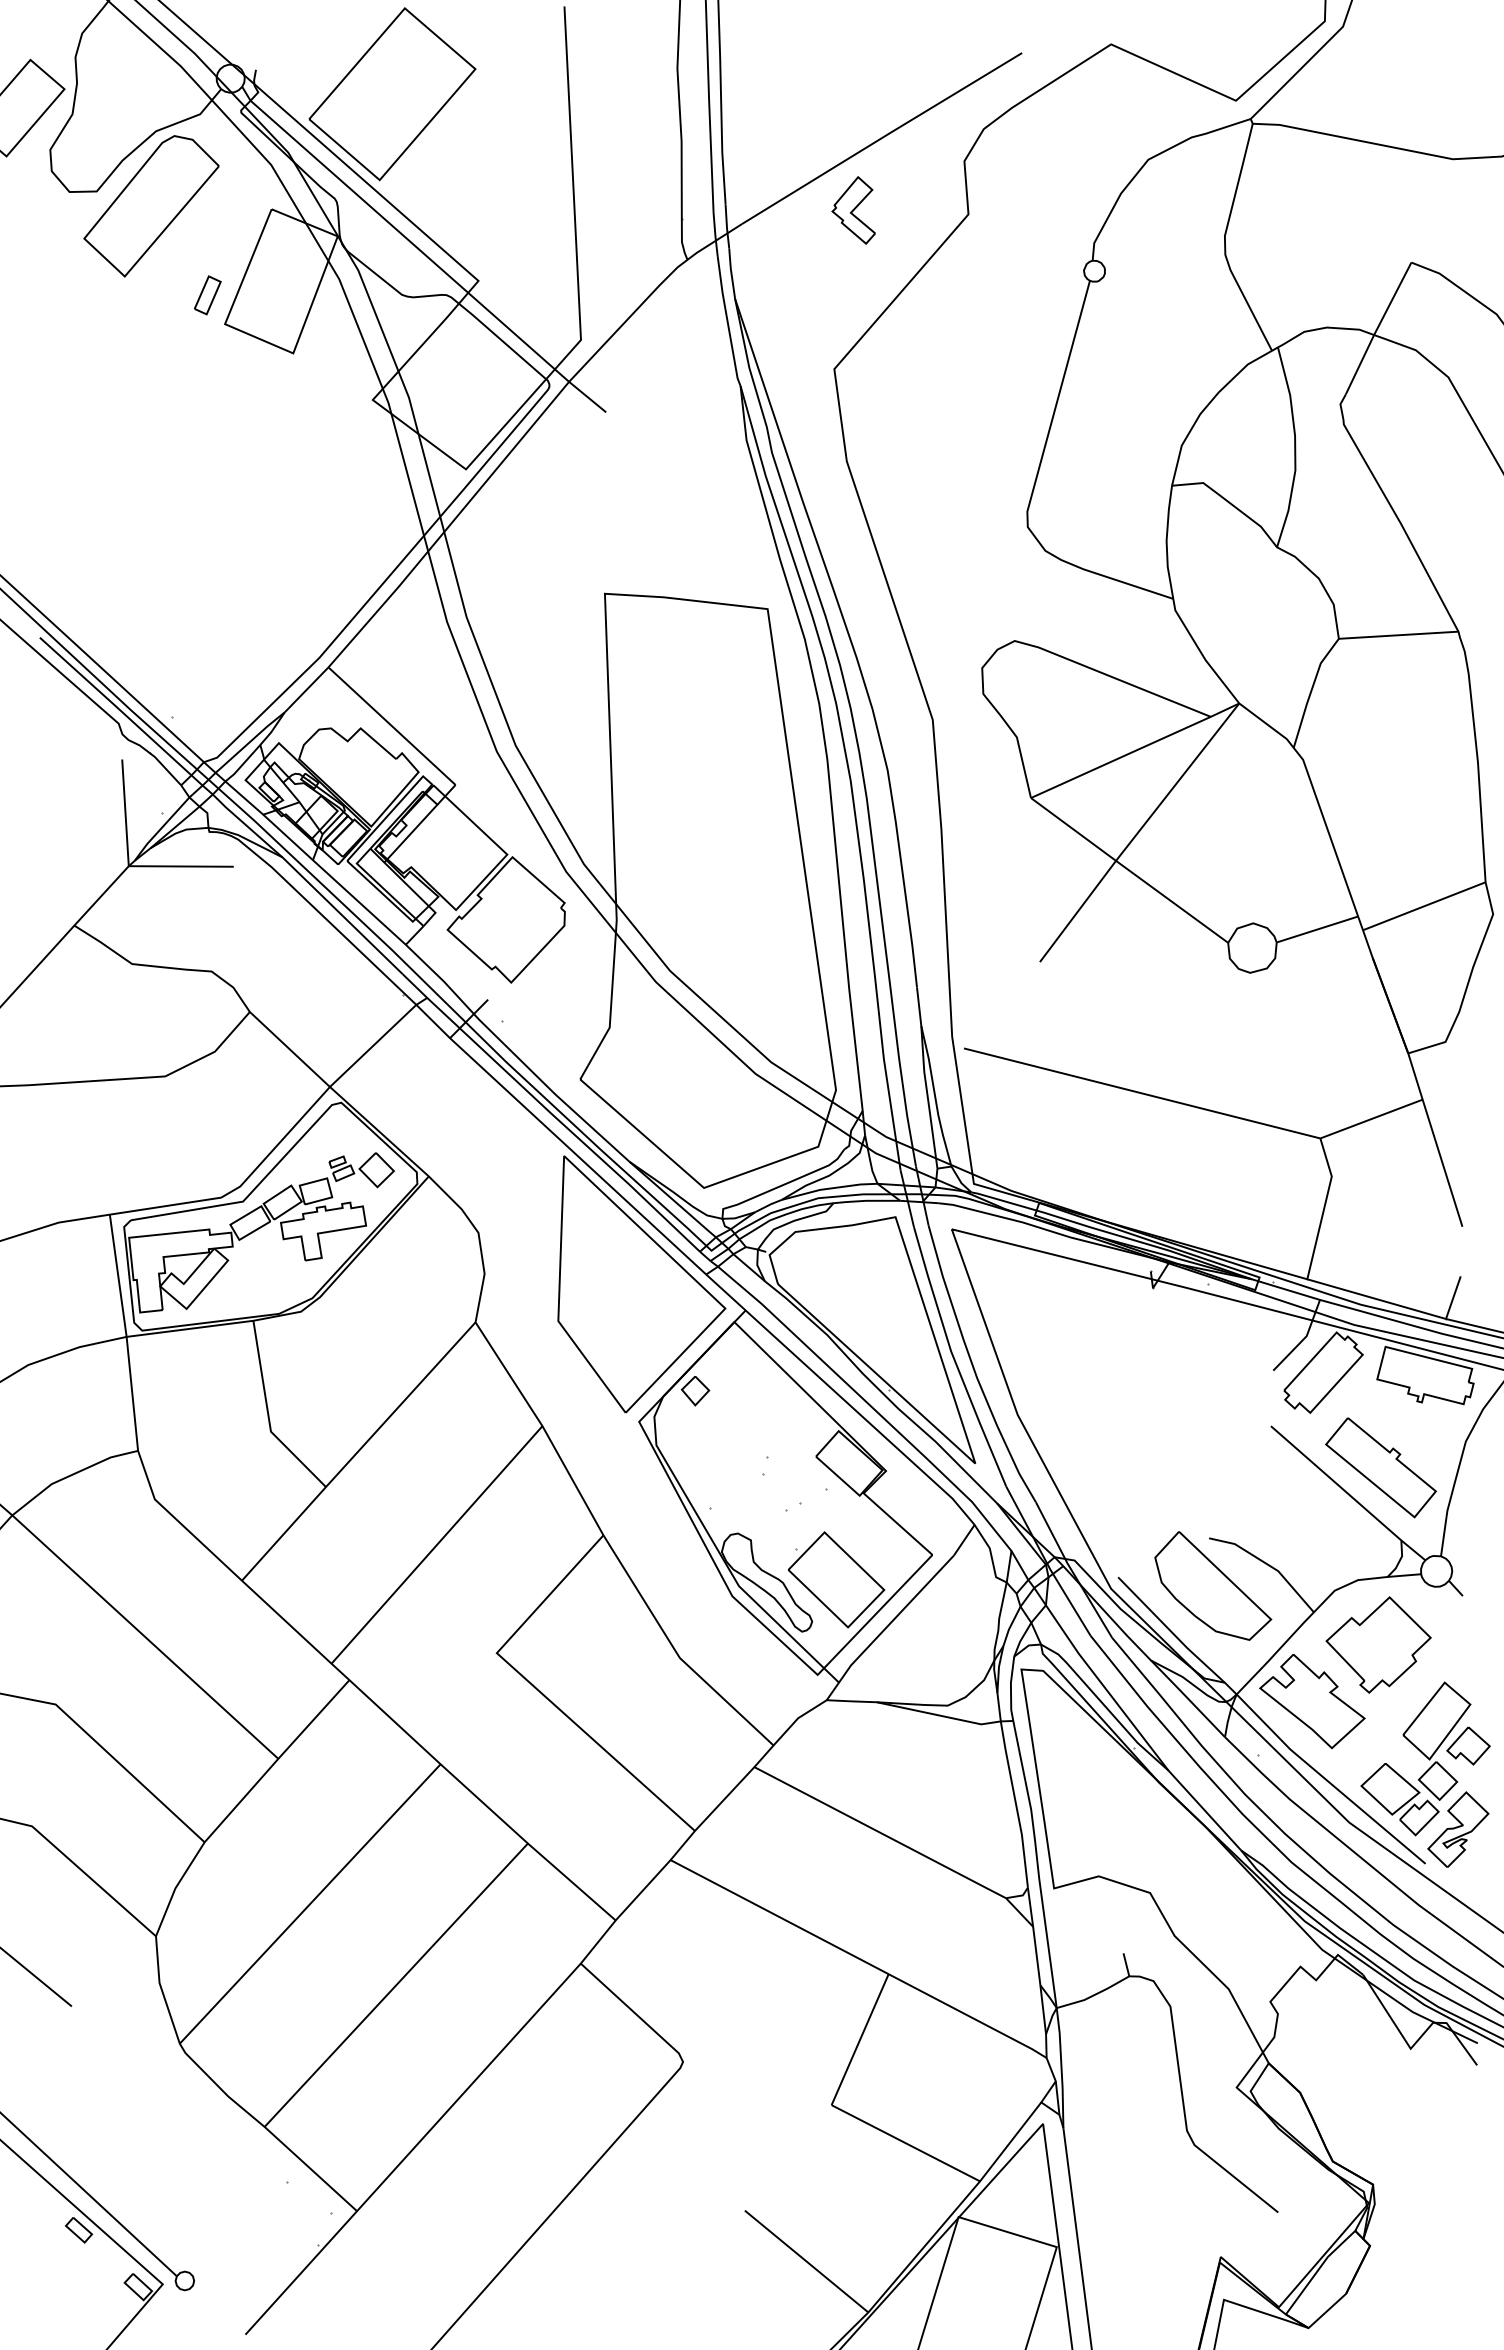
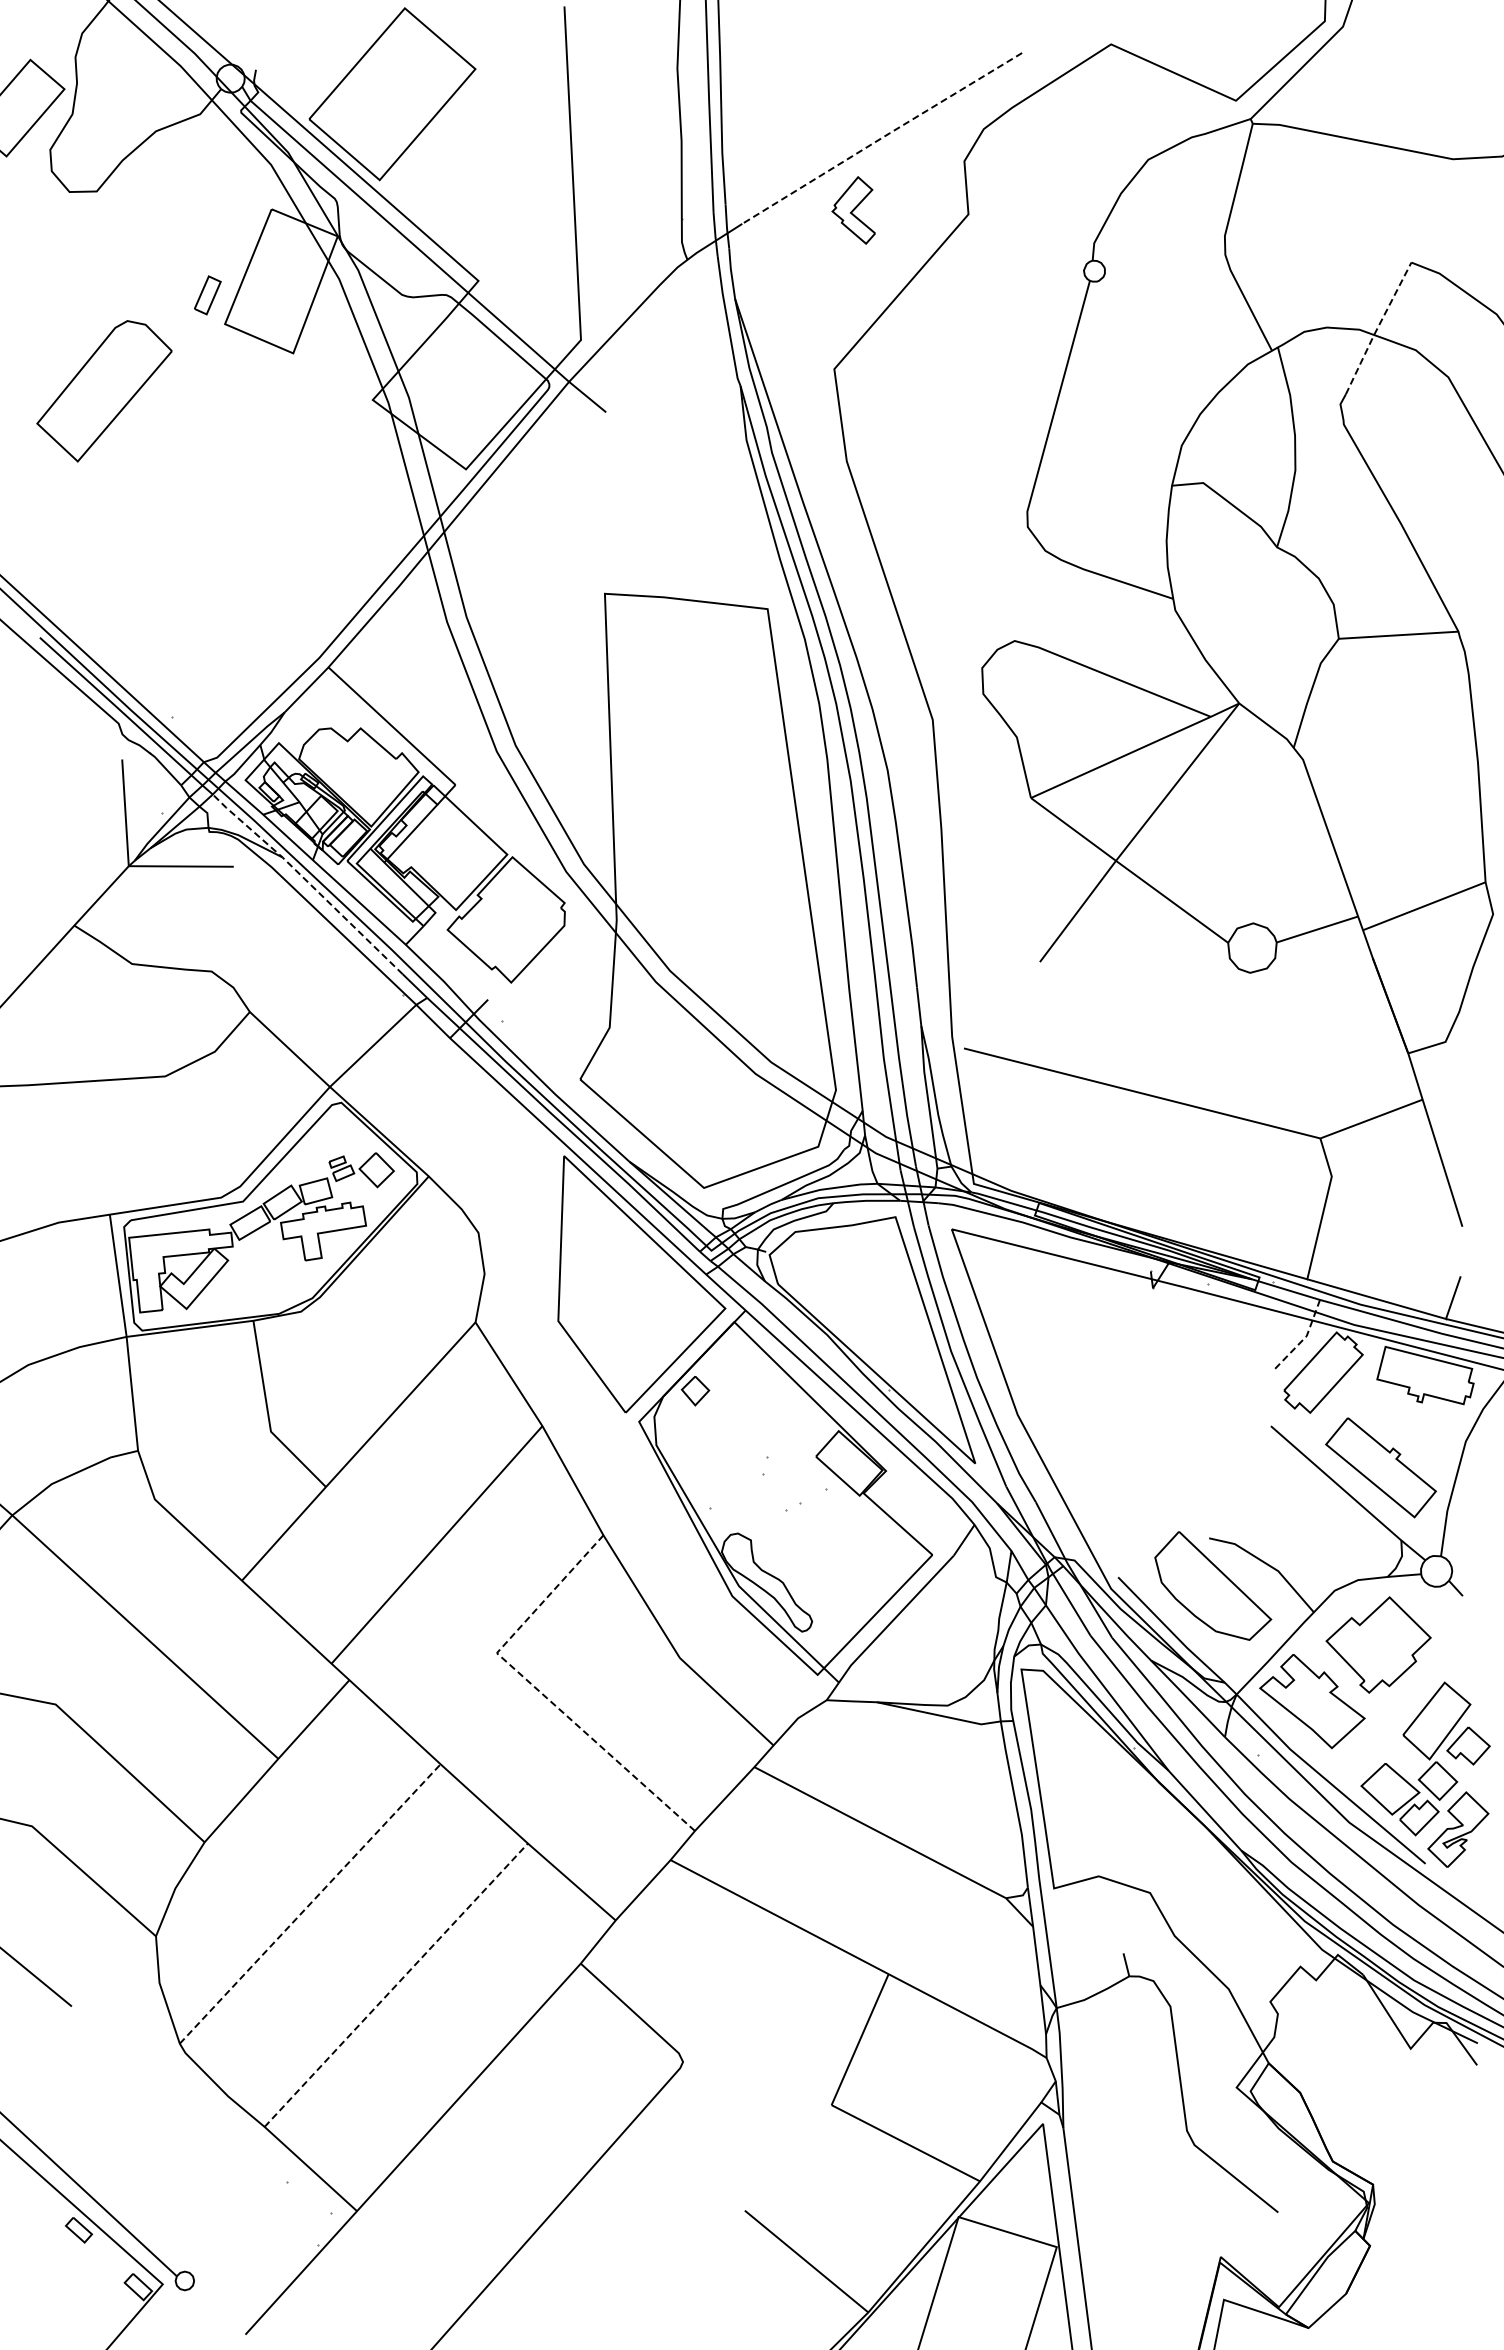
line at (882, 137): solid -> dashed
part at (151, 206) position: (151, 206) -> (104, 391)
line at (1377, 327): solid -> dashed
line at (307, 881): solid -> dashed
line at (1303, 1339): solid -> dashed
part at (836, 1579): present -> none
line at (536, 1688): solid -> dashed
line at (310, 1903): solid -> dashed
line at (396, 1984): solid -> dashed
